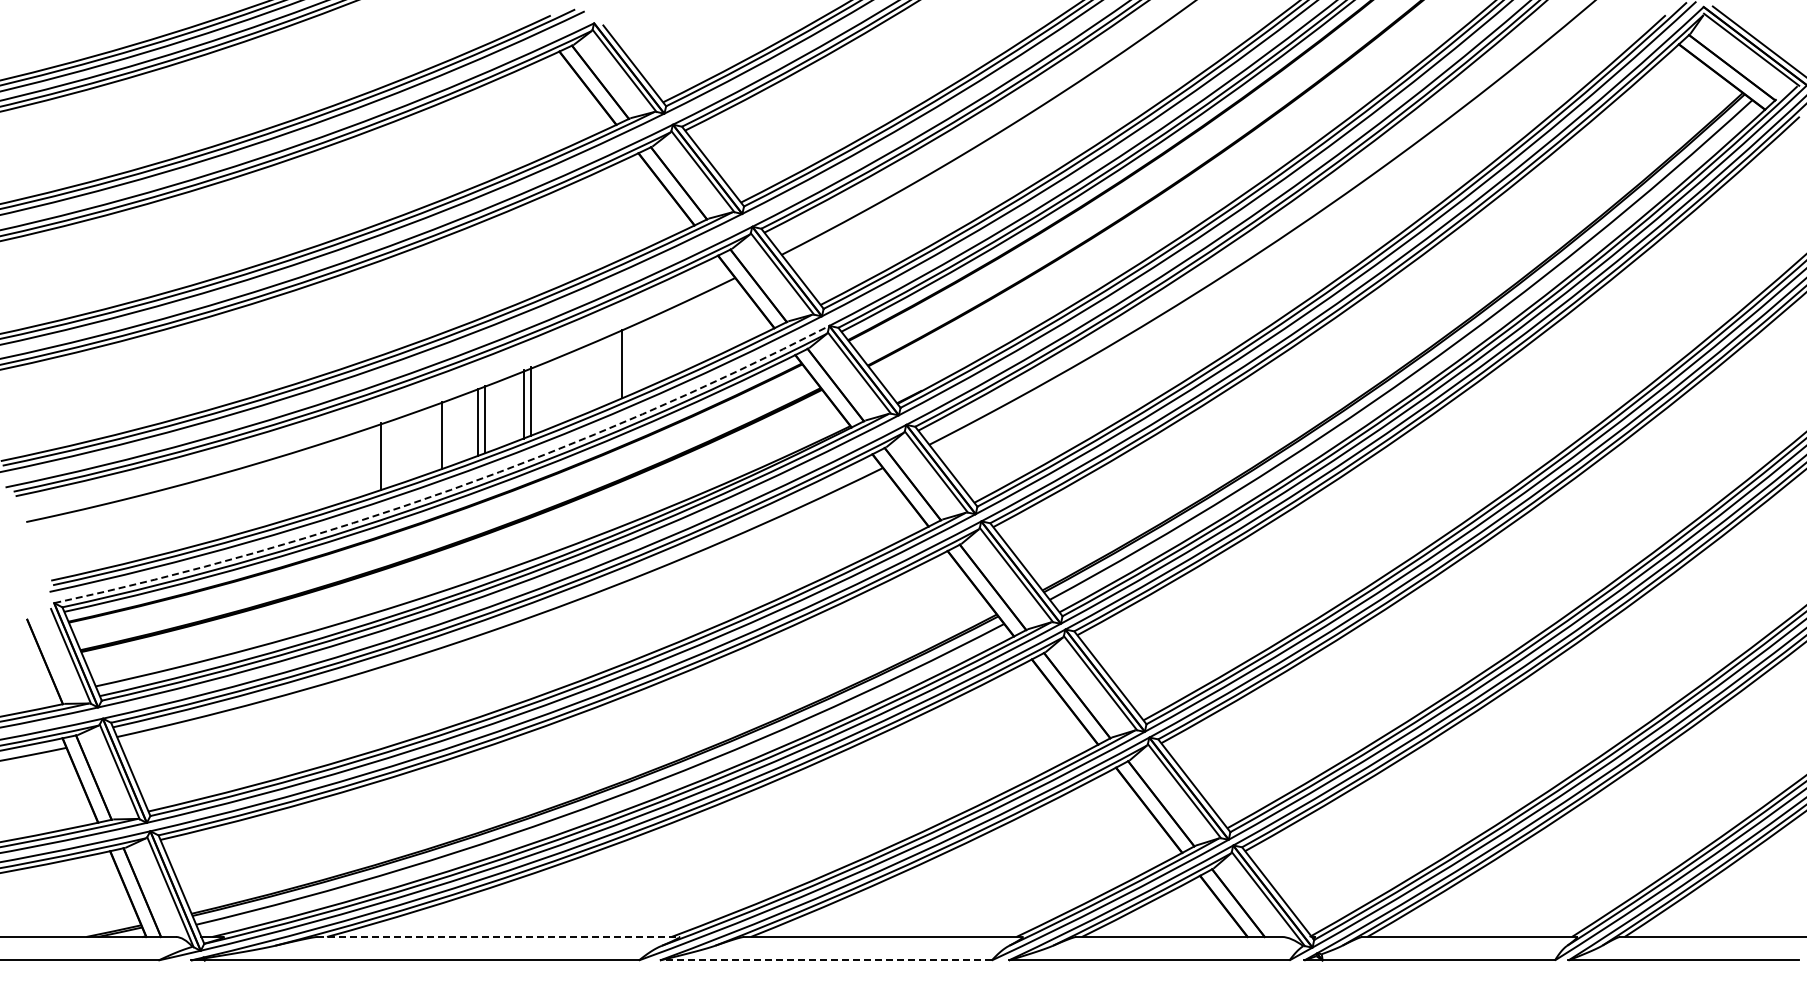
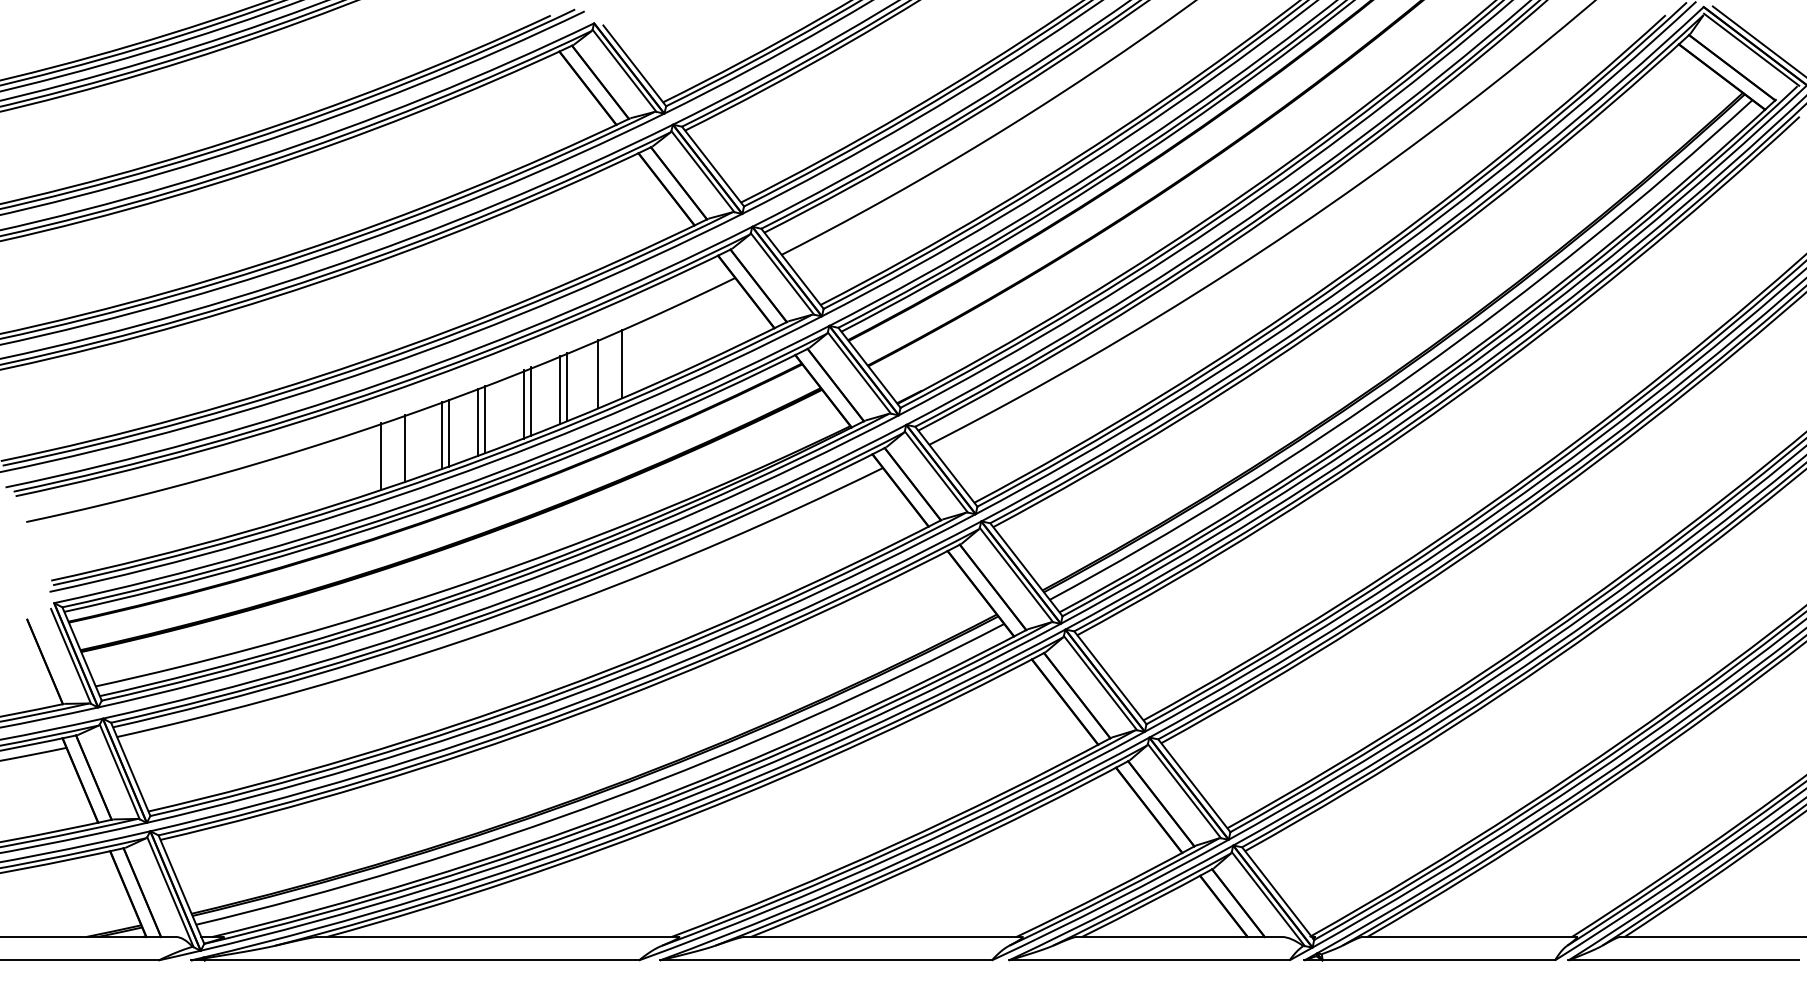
line at (598, 373): none -> present
line at (567, 386): none -> present
line at (559, 389): none -> present
line at (448, 432): none -> present
line at (404, 448): none -> present
arc at (450, 489): dashed -> solid
line at (498, 936): dashed -> solid
line at (825, 960): dashed -> solid
